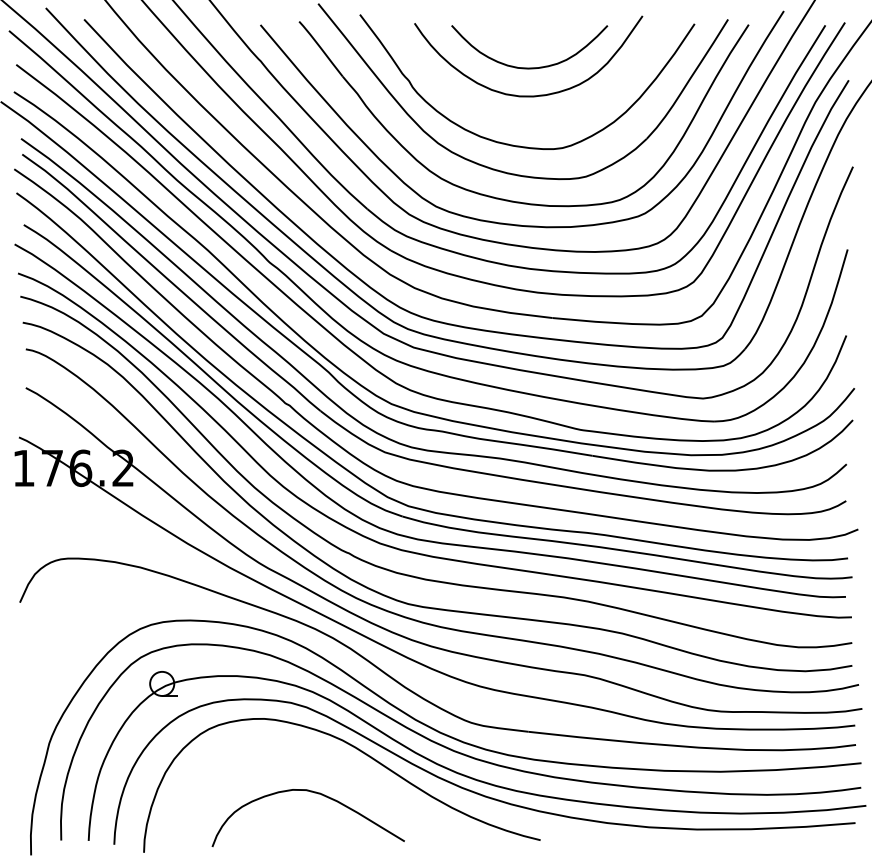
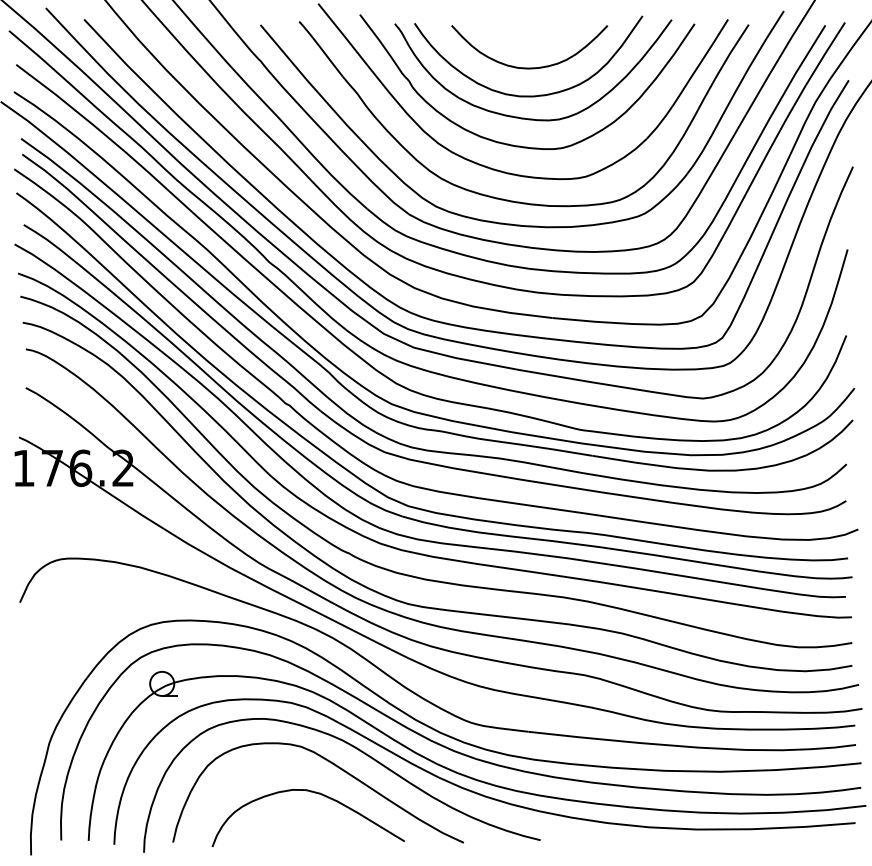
curve at (524, 117): none -> present
curve at (335, 766): none -> present
